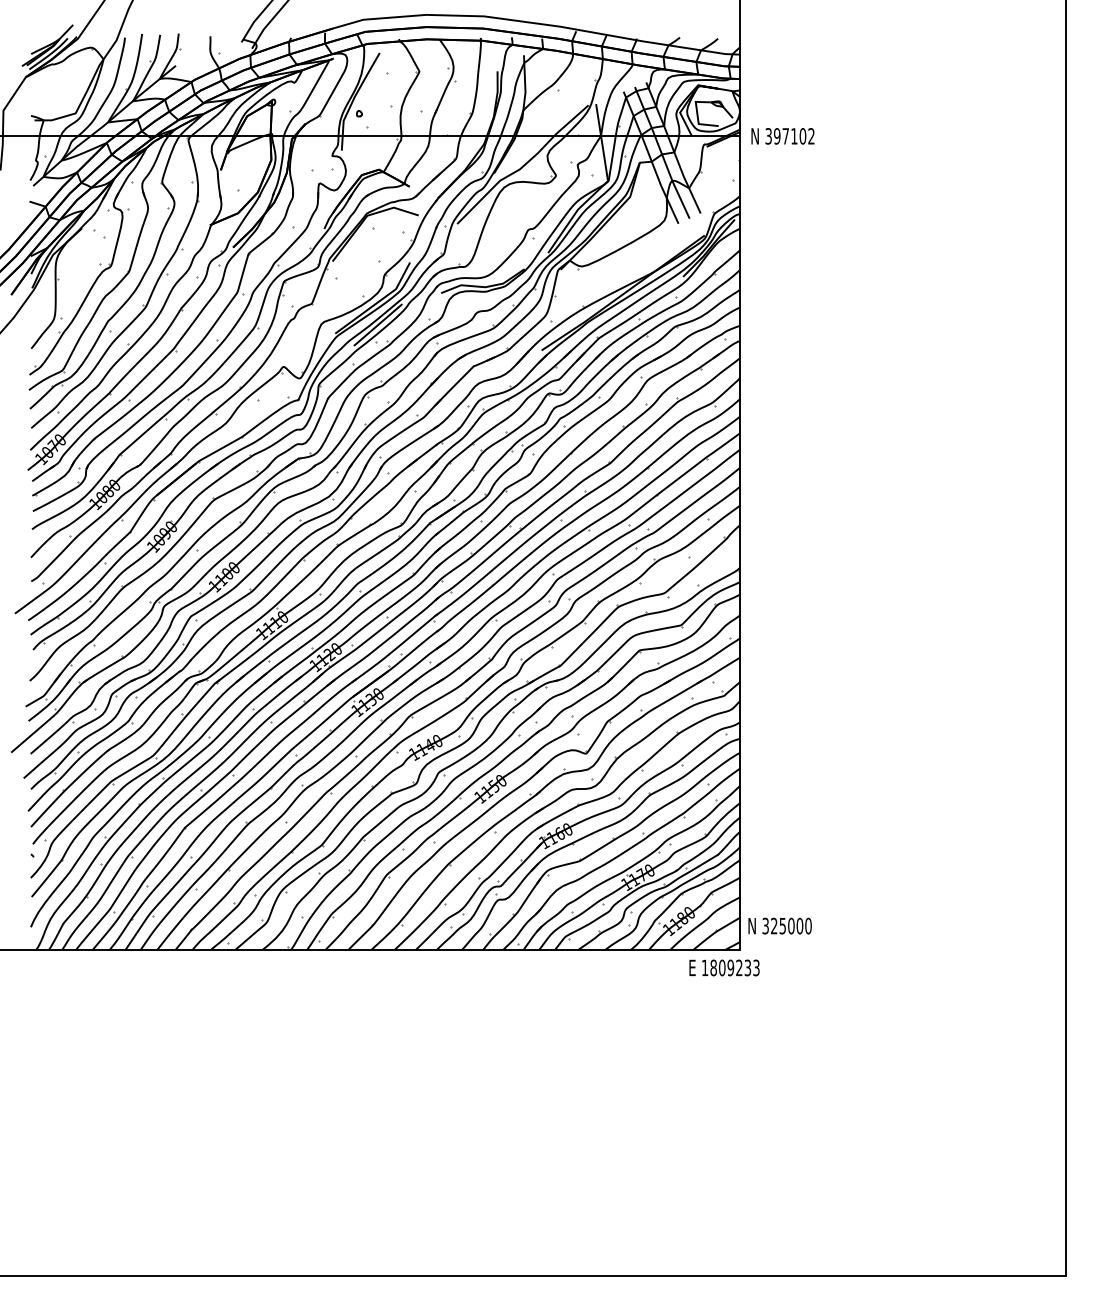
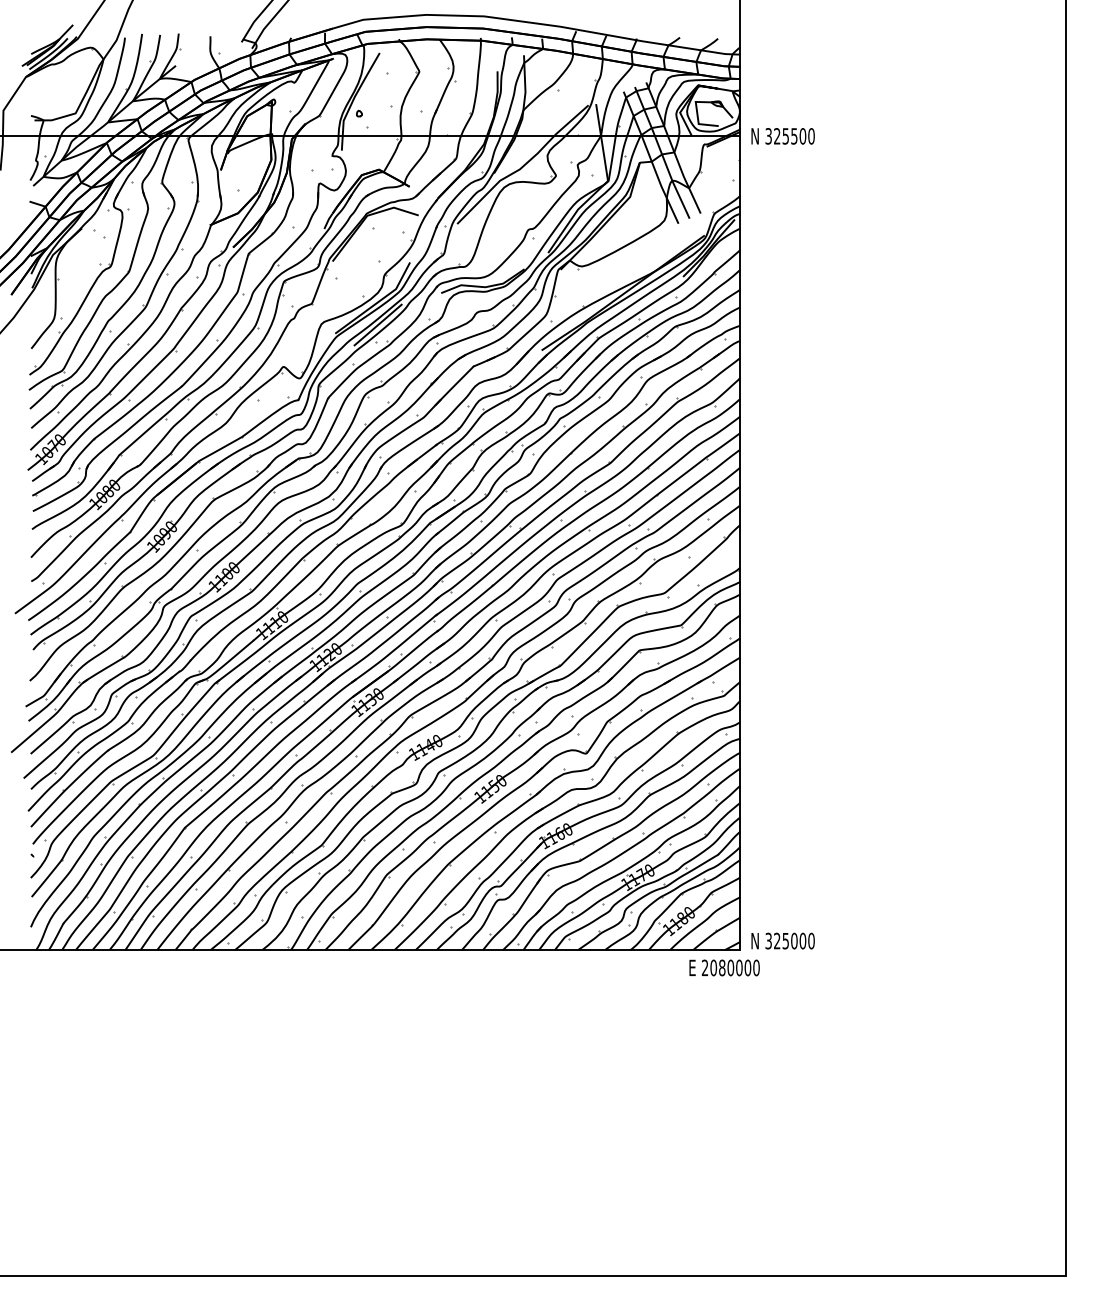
text at (793, 136): 397102 -> 325500
text at (779, 925) position: (779, 925) -> (782, 940)
text at (730, 967): 1809233 -> 2080000
